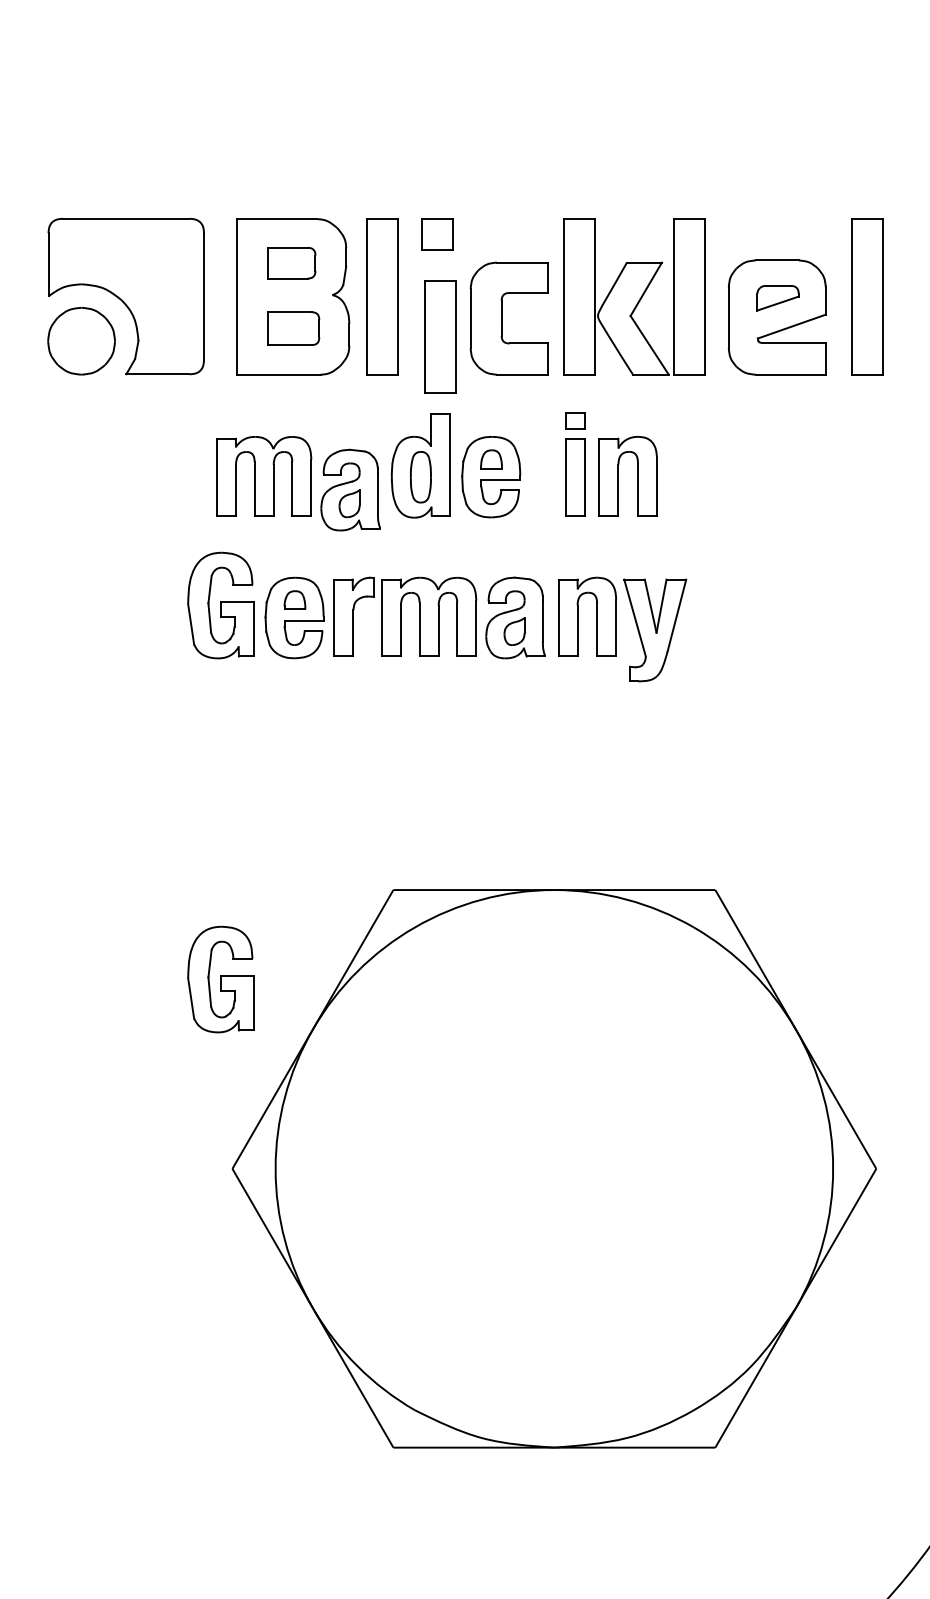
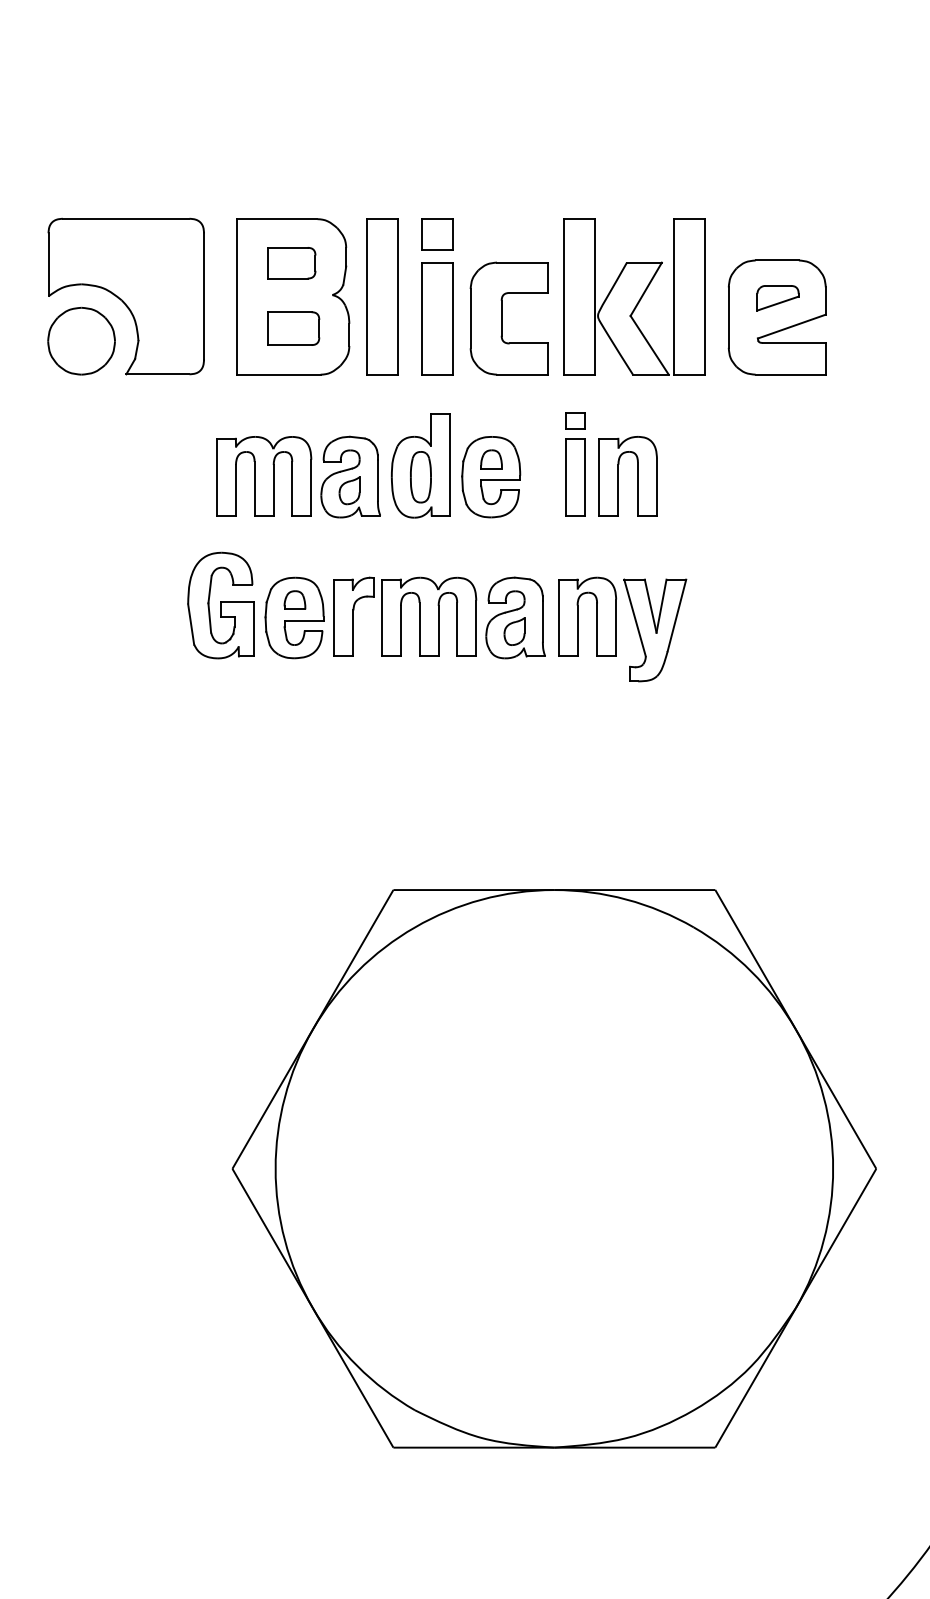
part at (867, 296): present -> none
part at (440, 336) position: (440, 336) -> (437, 318)
part at (350, 489) position: (350, 489) -> (350, 476)
part at (220, 979): present -> none
